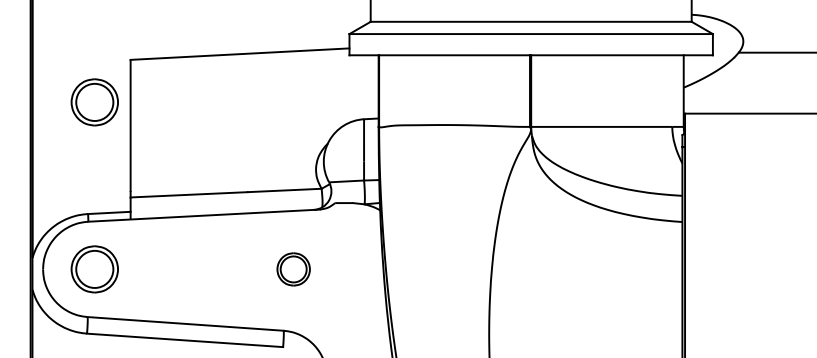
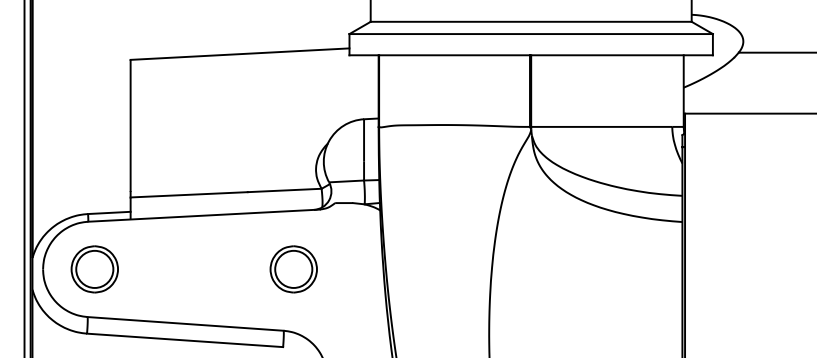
part at (94, 102): present -> none
line at (24, 178): none -> present
part at (293, 269) size: 35x35 px -> 49x49 px
